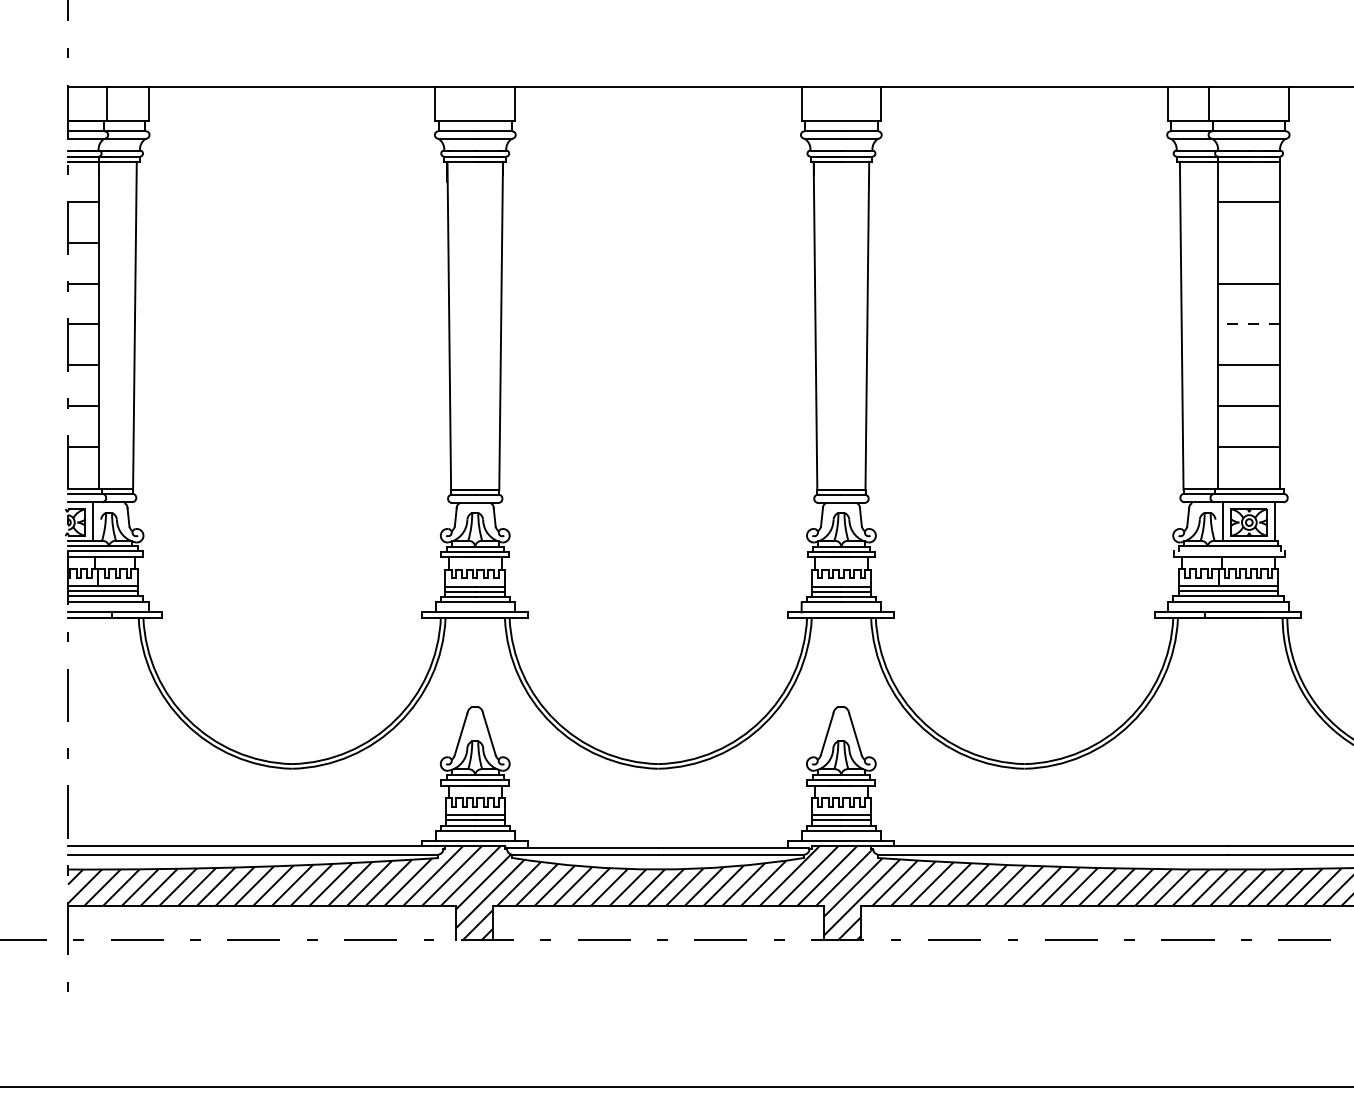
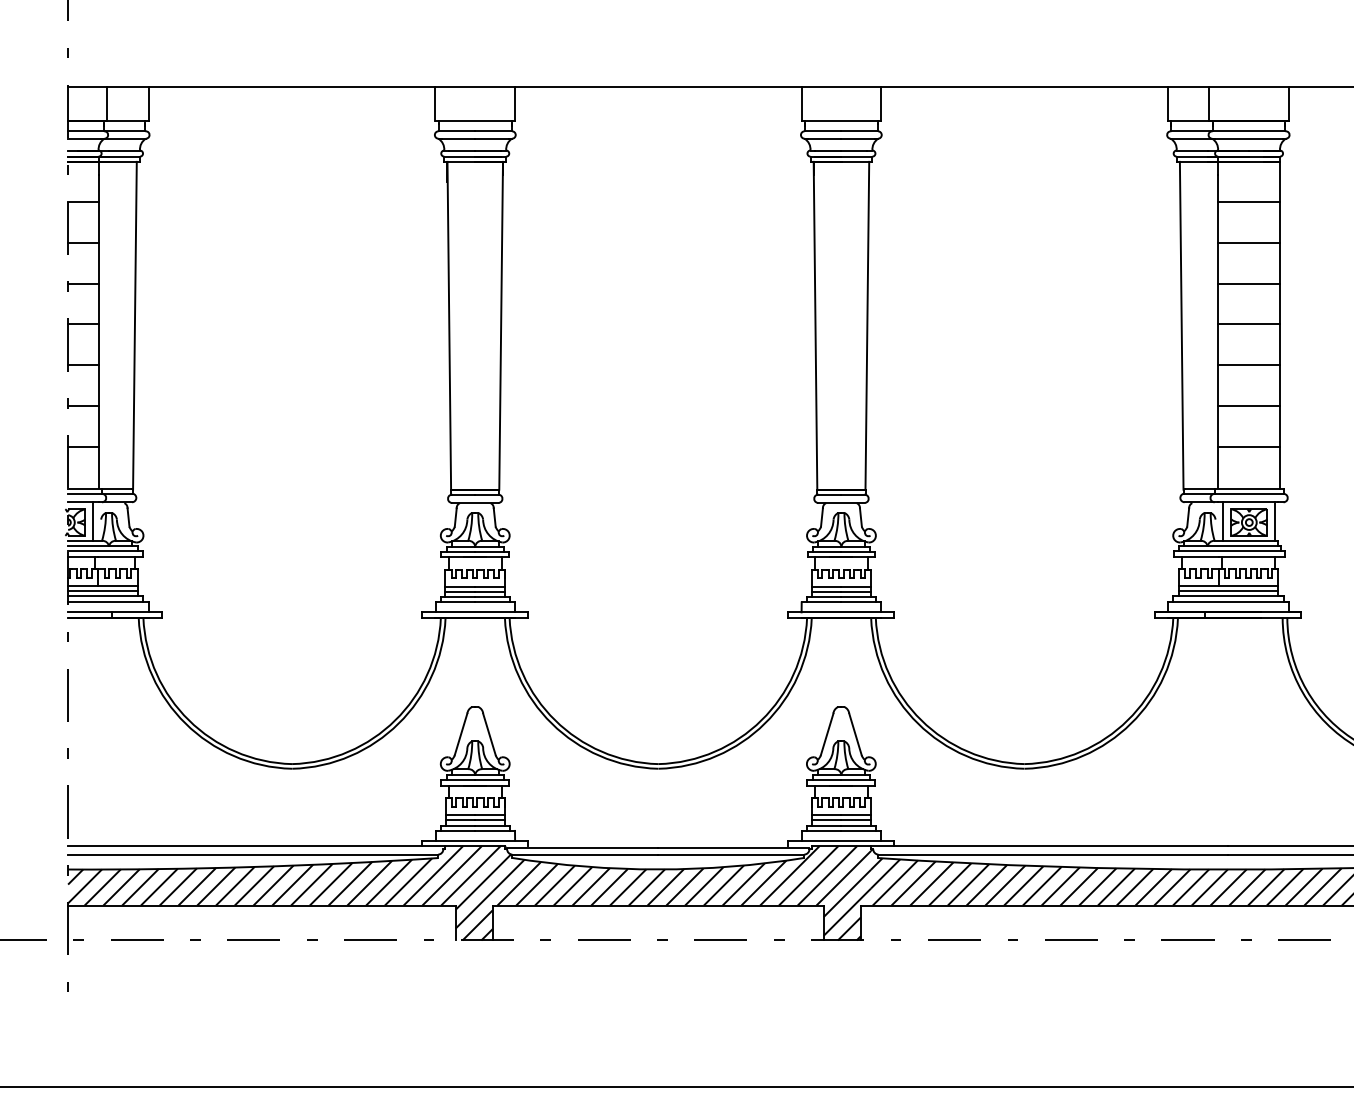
line at (1249, 242): none -> present
line at (1249, 324): dashed -> solid
line at (1228, 551): none -> present
